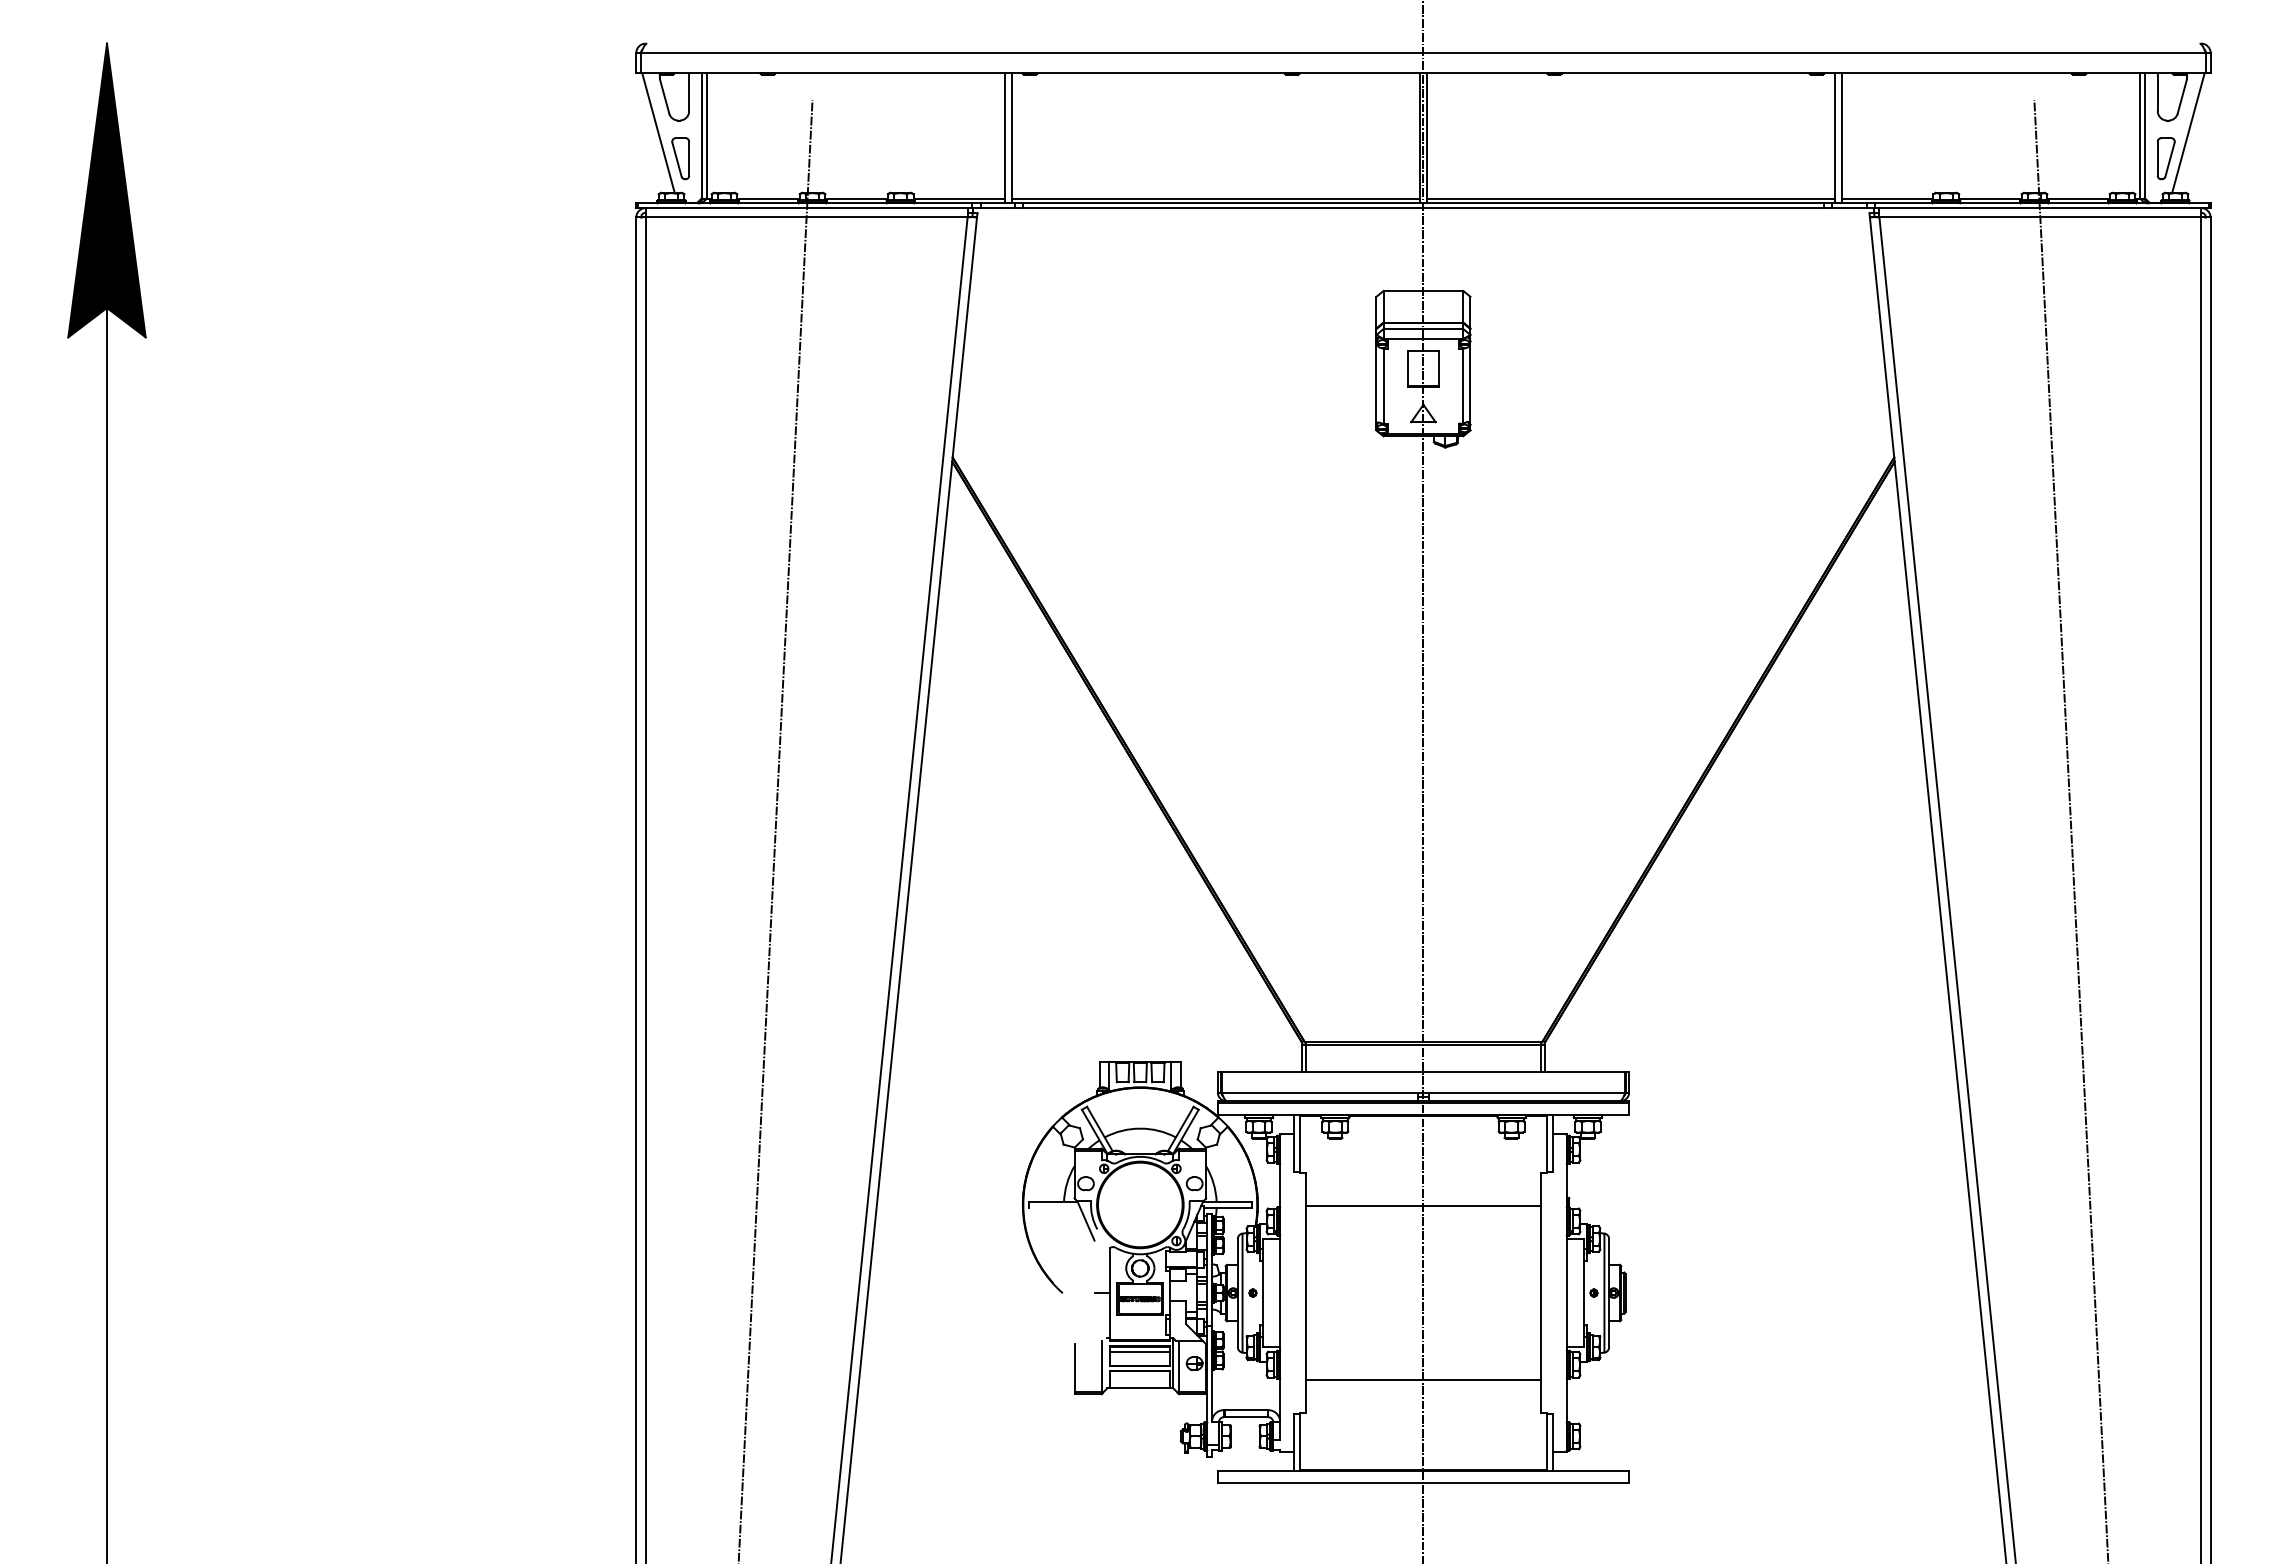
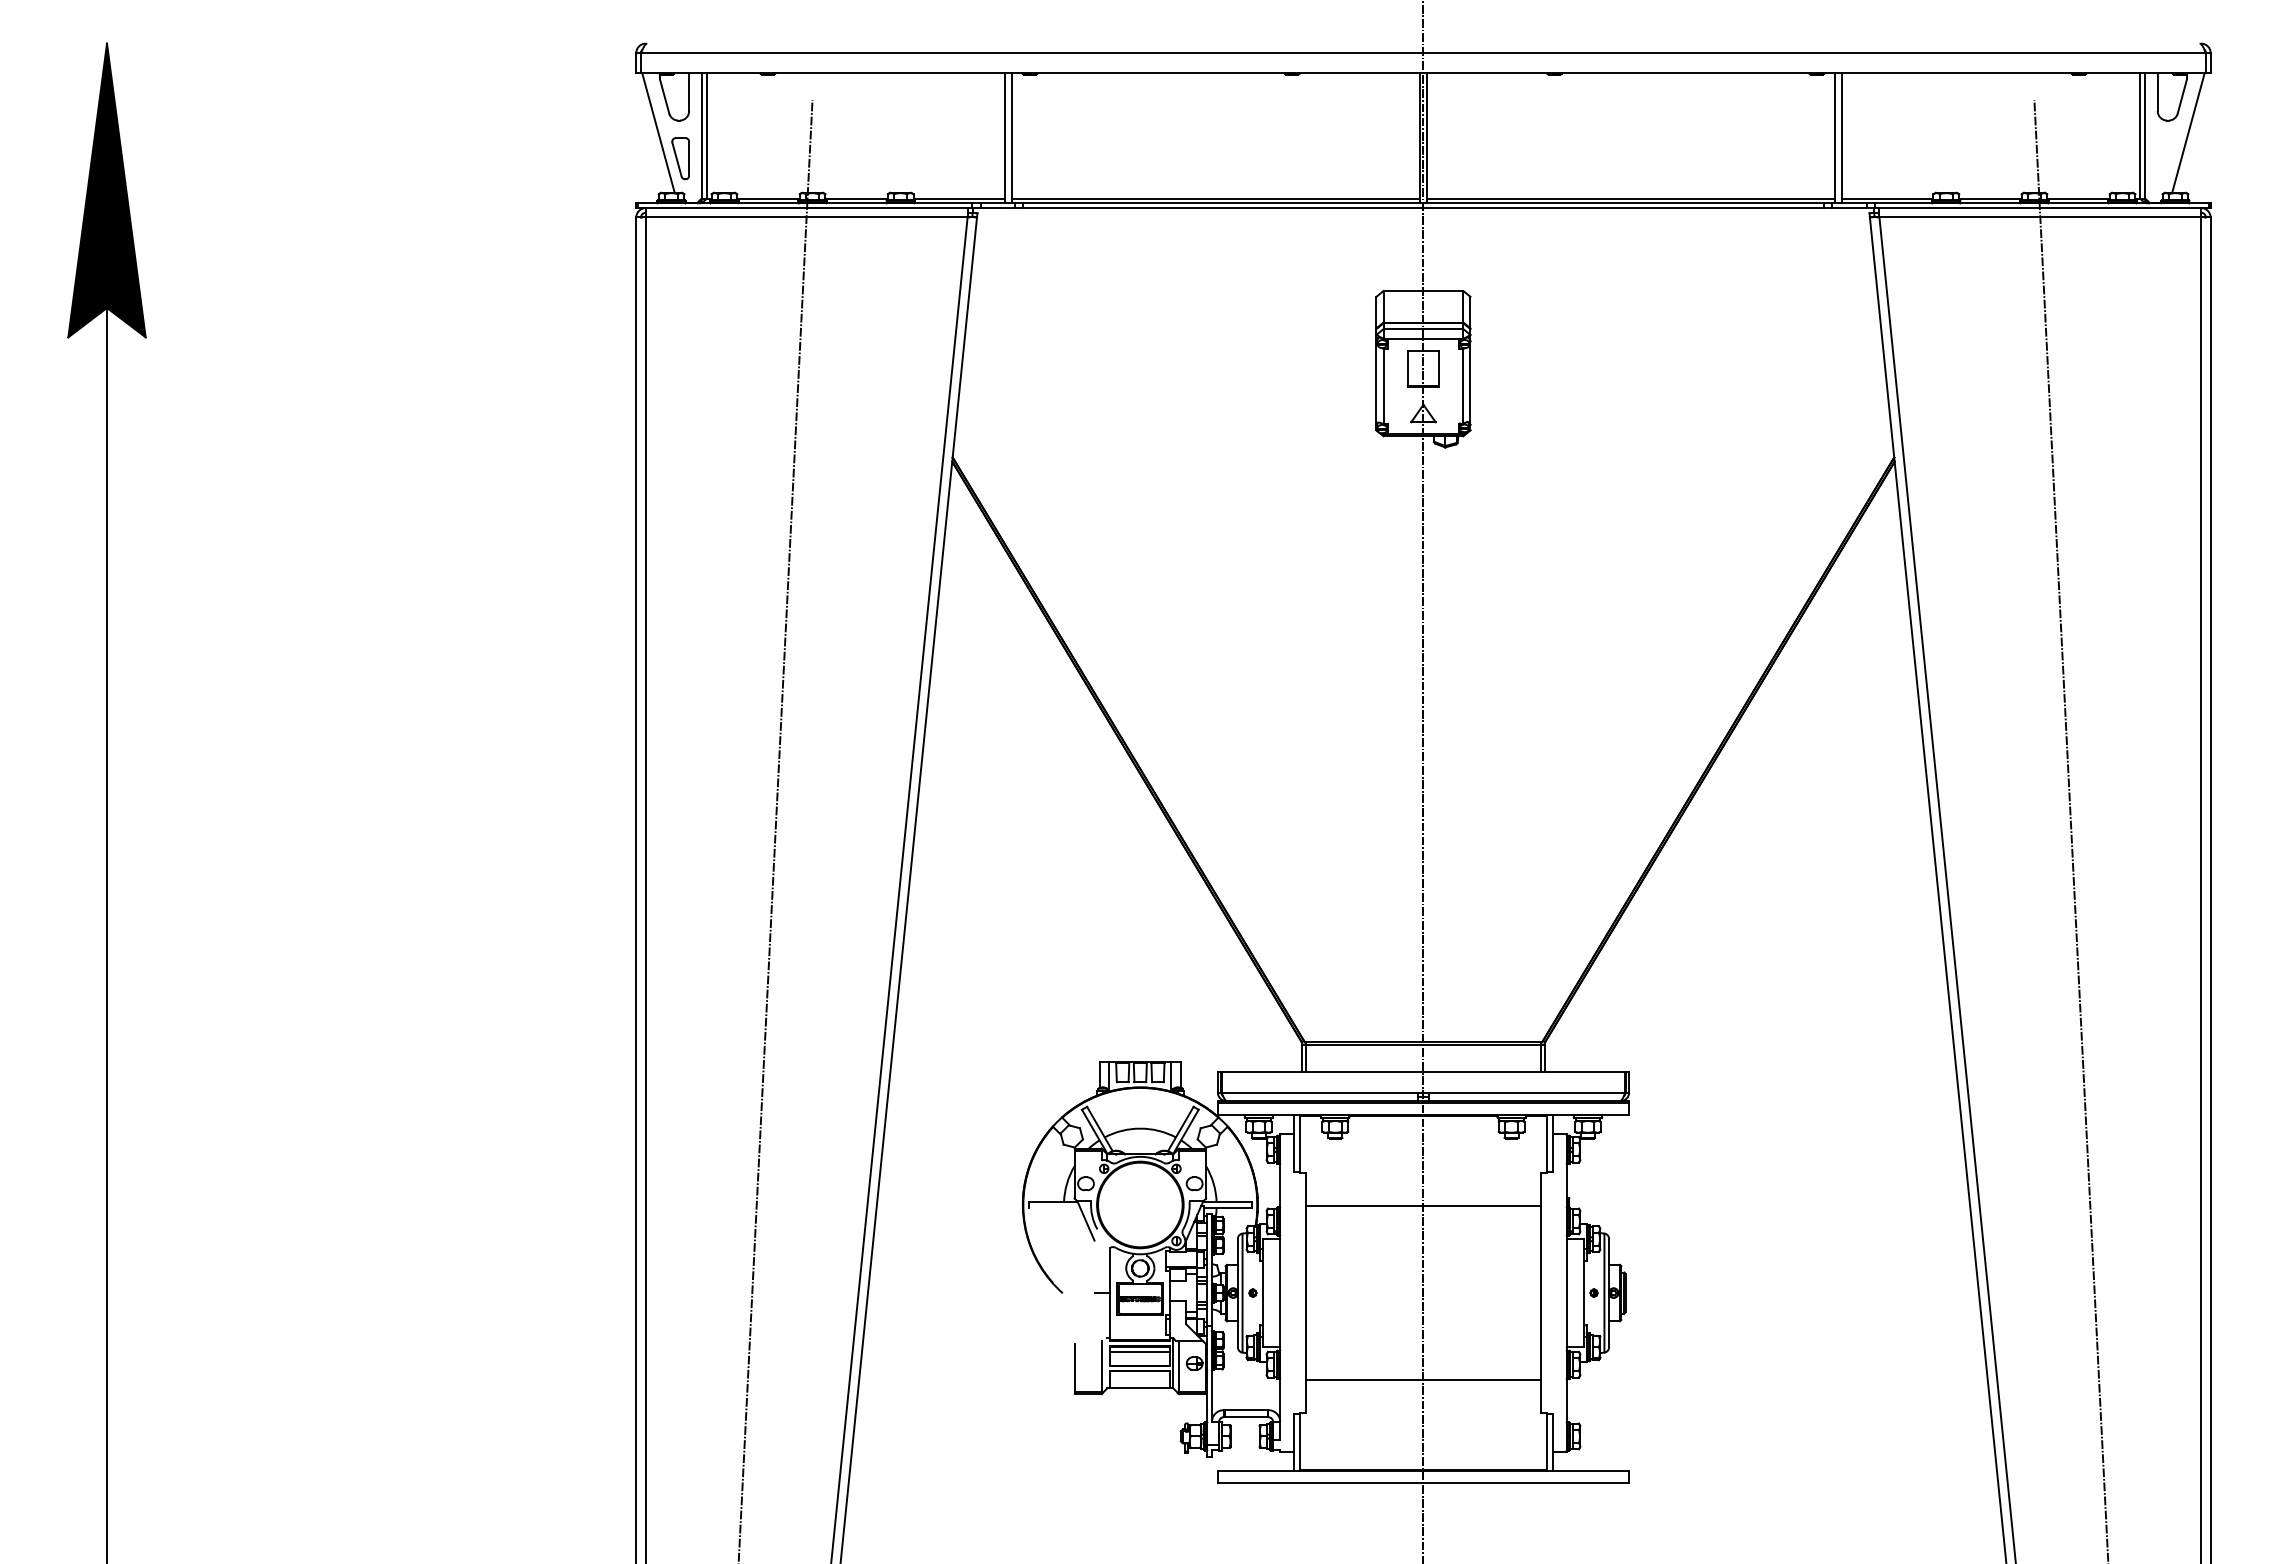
part at (2165, 158): present -> none
